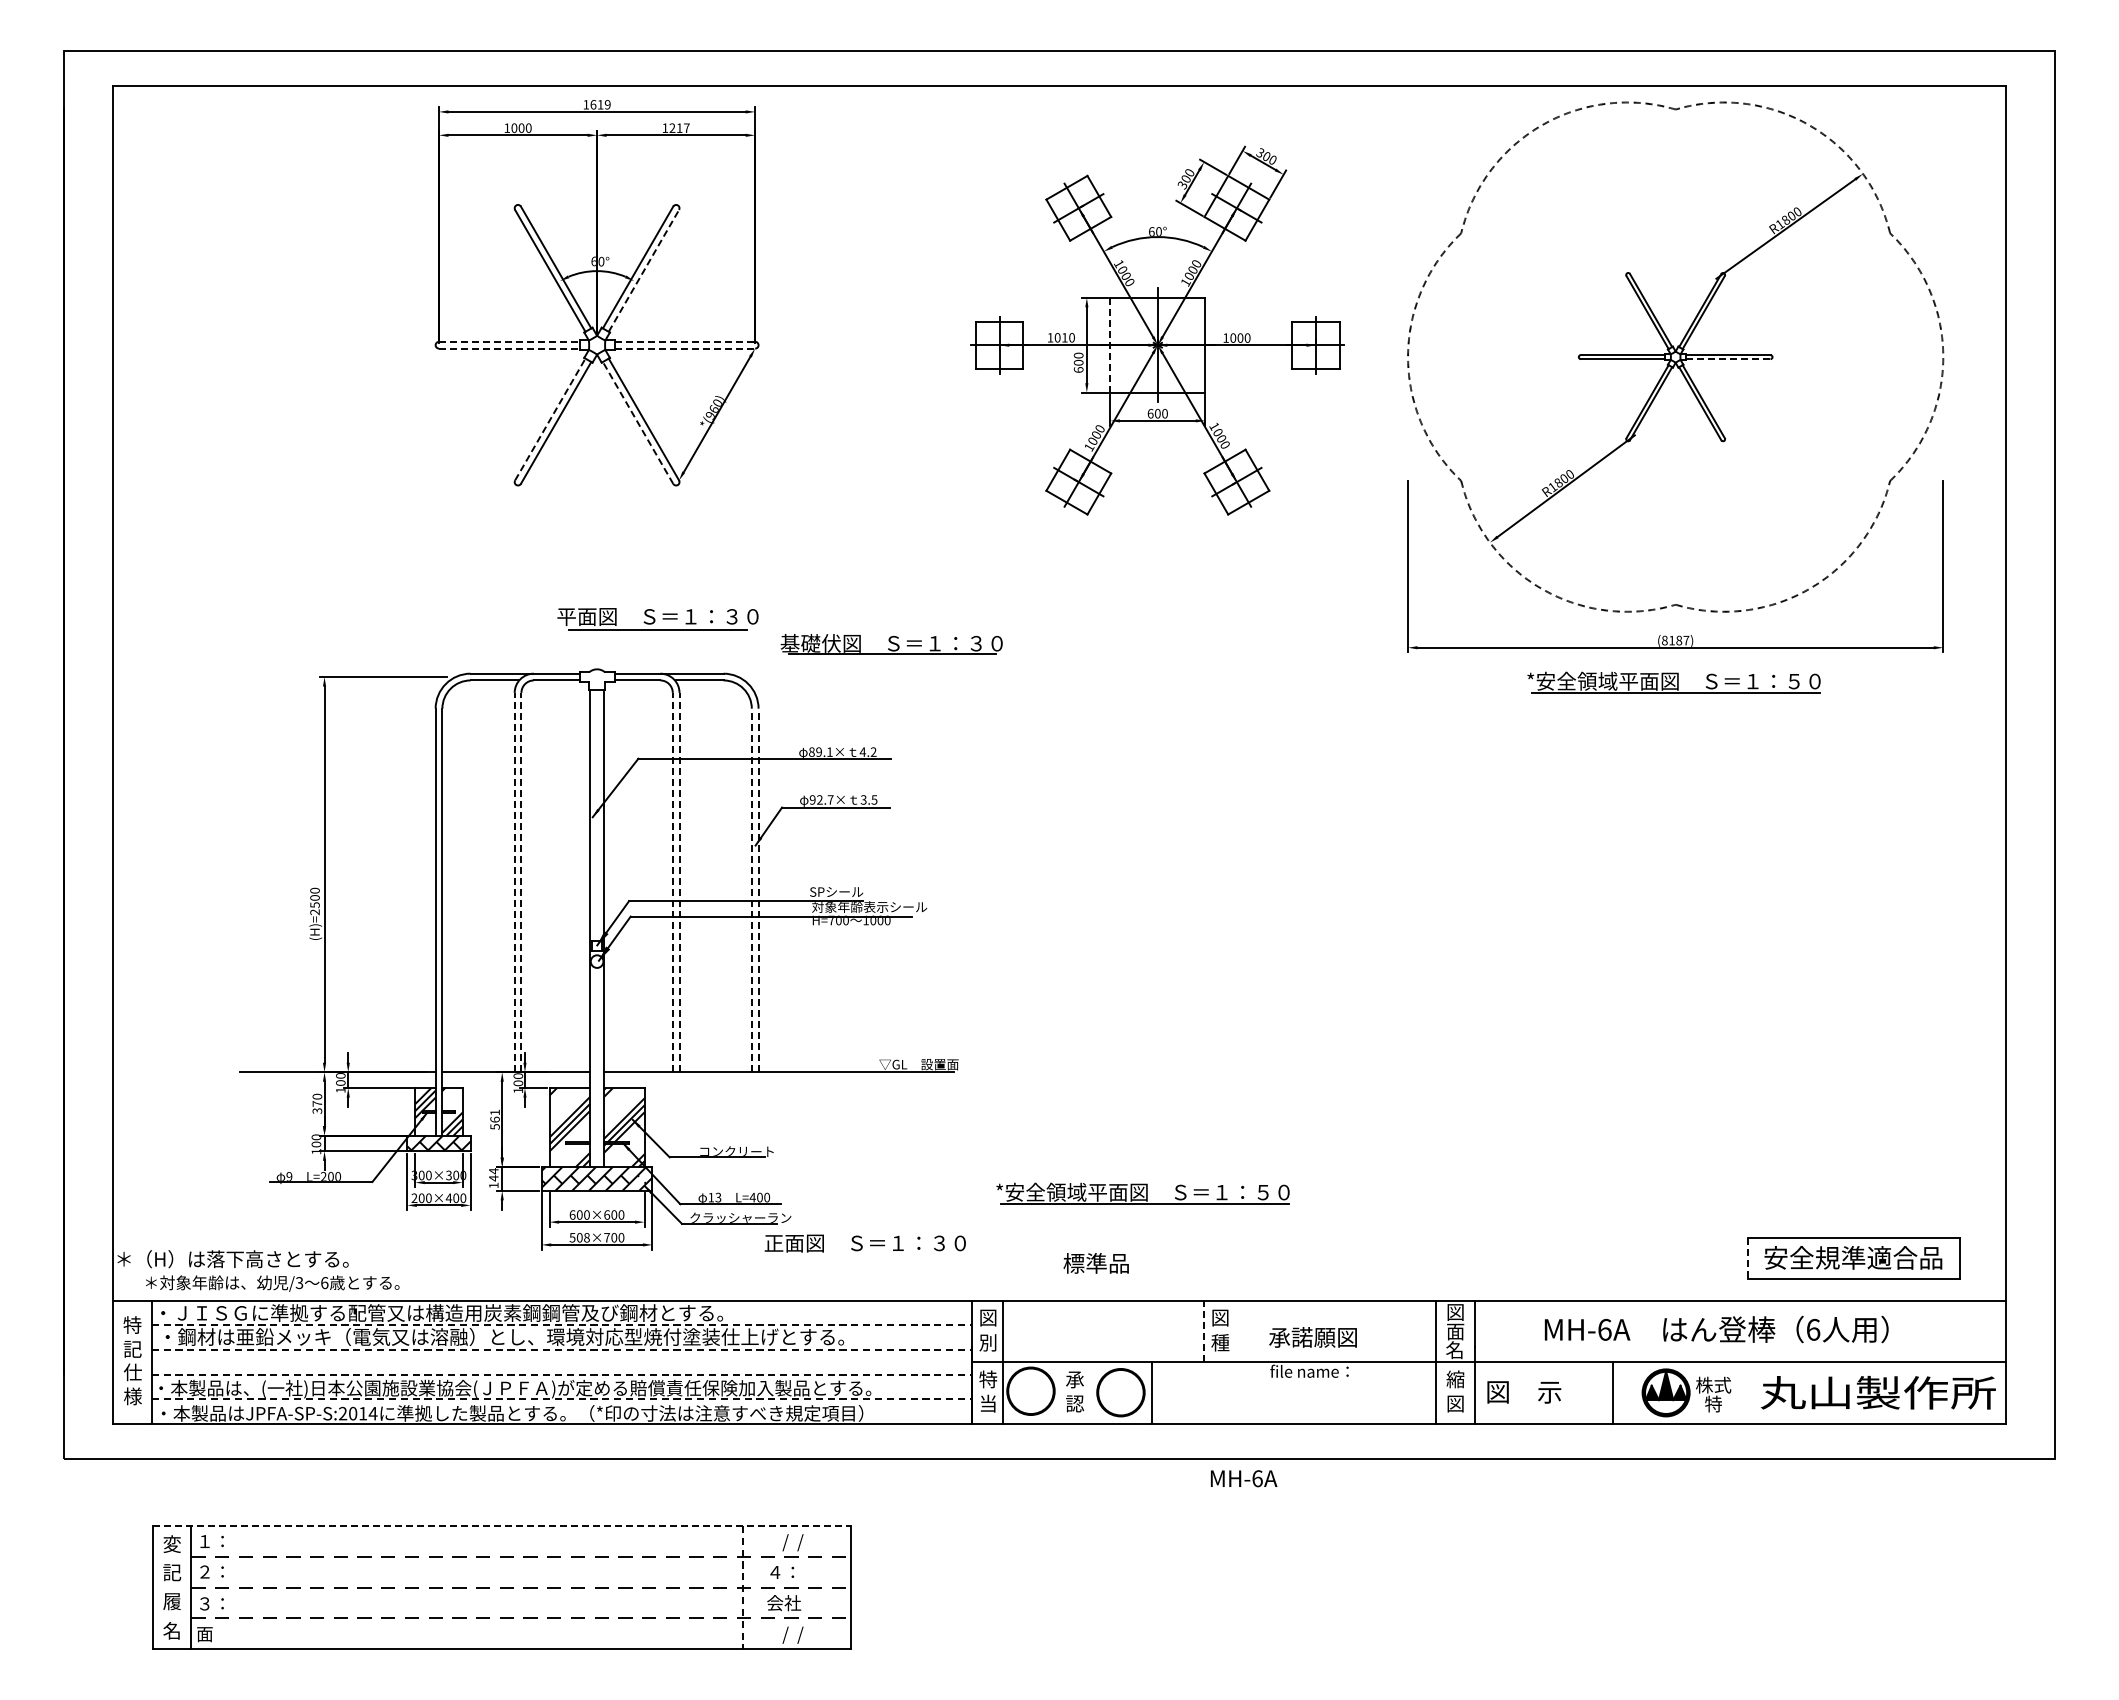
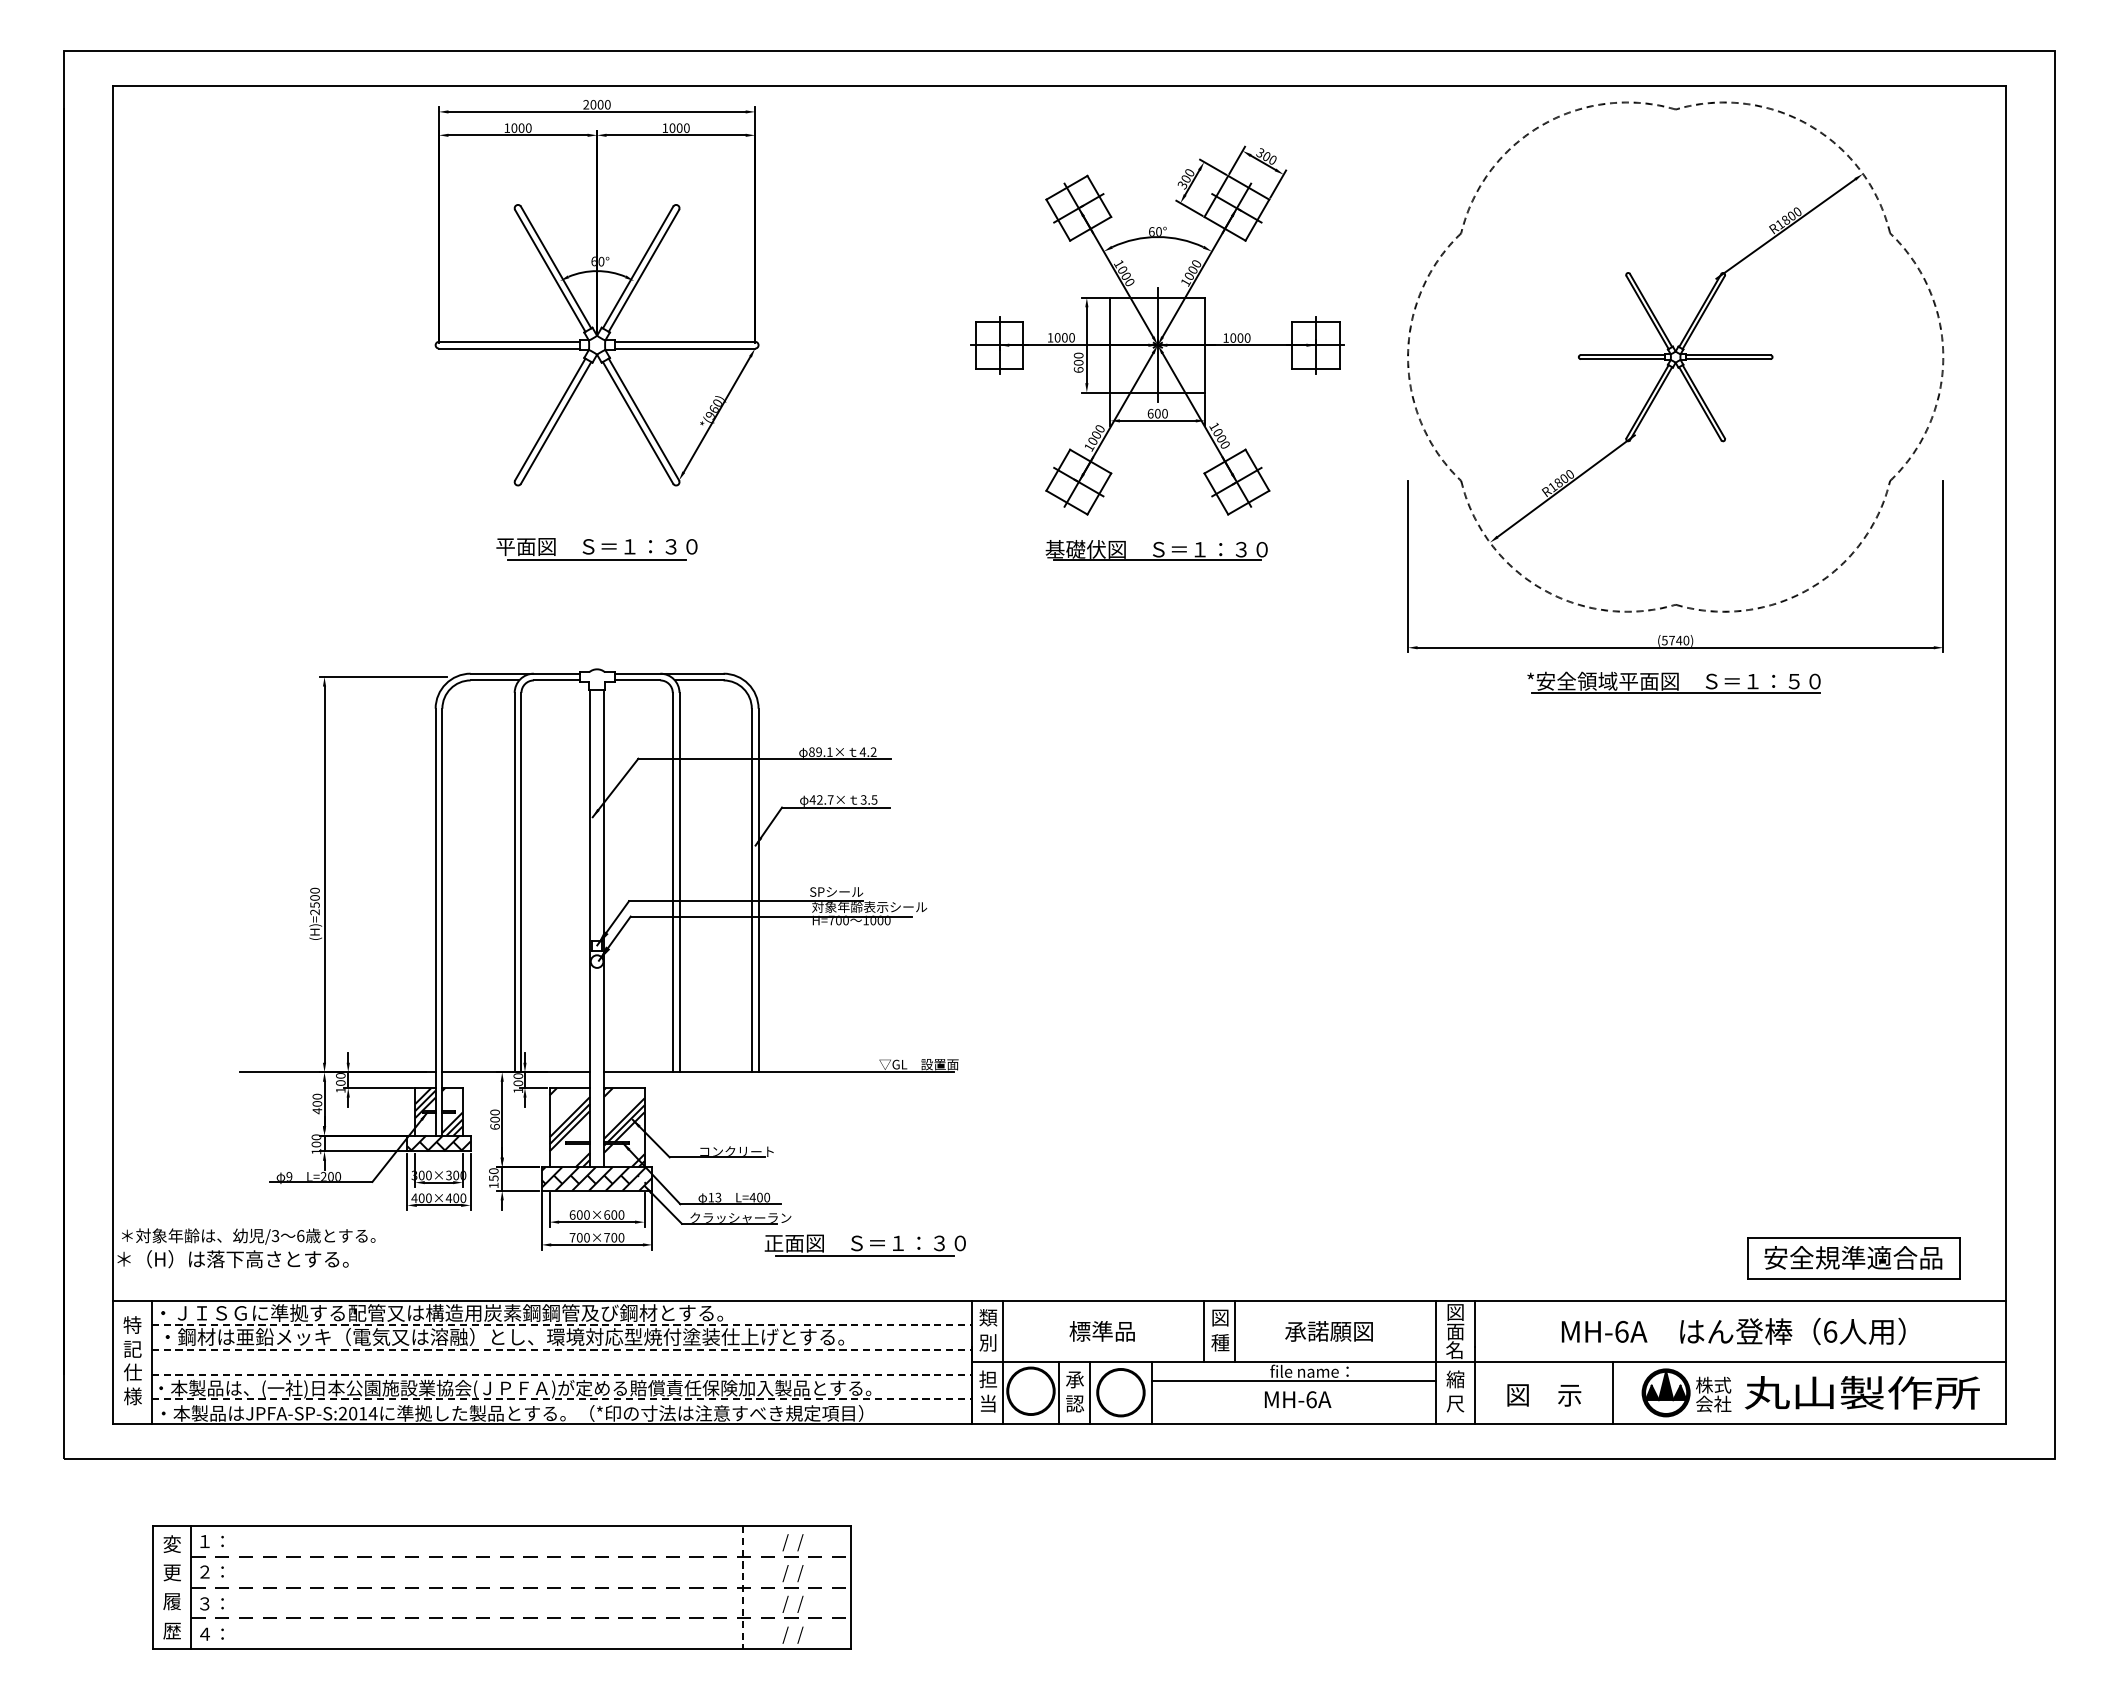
text at (596, 104): 1619 -> 2000
text at (679, 127): 1217 -> 1000
line at (644, 270): dashed -> solid
text at (1064, 337): 1010 -> 1000
line at (509, 341): dashed -> solid
line at (685, 341): dashed -> solid
line at (1110, 345): dashed -> solid
line at (509, 348): dashed -> solid
line at (685, 348): dashed -> solid
line at (1728, 359): dashed -> solid
line at (550, 419): dashed -> solid
line at (637, 422): dashed -> solid
part at (657, 619) position: (657, 619) -> (596, 549)
text at (1675, 640): (8187) -> (5740)
part at (891, 644) position: (891, 644) -> (1156, 550)
text at (812, 799): 92.7× -> 42.7×
line at (514, 882): dashed -> solid
line at (521, 882): dashed -> solid
line at (672, 882): dashed -> solid
line at (679, 882): dashed -> solid
line at (751, 890): dashed -> solid
line at (758, 890): dashed -> solid
text at (317, 1107): 370 -> 400
text at (494, 1119): 561 -> 600
text at (493, 1174): 144 -> 150
part at (1142, 1193): present -> none
text at (414, 1197): 200×400 -> 400×400
text at (579, 1237): 508×700 -> 700×700
line at (865, 1255): none -> present
line at (1747, 1258): dashed -> solid
text at (1095, 1263) position: (1095, 1263) -> (1101, 1331)
text at (272, 1283) position: (272, 1283) -> (248, 1236)
text at (988, 1317): 図 -> 類
text at (1716, 1329) position: (1716, 1329) -> (1733, 1331)
line at (1204, 1331): dashed -> solid
line at (1235, 1331): none -> present
text at (1312, 1337) position: (1312, 1337) -> (1328, 1331)
text at (988, 1379): 特 -> 担
line at (1293, 1381): none -> present
text at (1524, 1392) position: (1524, 1392) -> (1544, 1395)
text at (1878, 1392) position: (1878, 1392) -> (1862, 1392)
line at (1059, 1393): none -> present
line at (1090, 1393): none -> present
text at (1455, 1403): 図 -> 尺
text at (1713, 1403): 特 -> 会社
text at (1244, 1478) position: (1244, 1478) -> (1298, 1399)
line at (502, 1525): dashed -> solid
text at (172, 1572): 記 -> 更
text at (786, 1573): ４： -> /  /
text at (785, 1603): 会社 -> /  /
text at (171, 1630): 名 -> 歴
text at (210, 1634): 面 -> ４：
